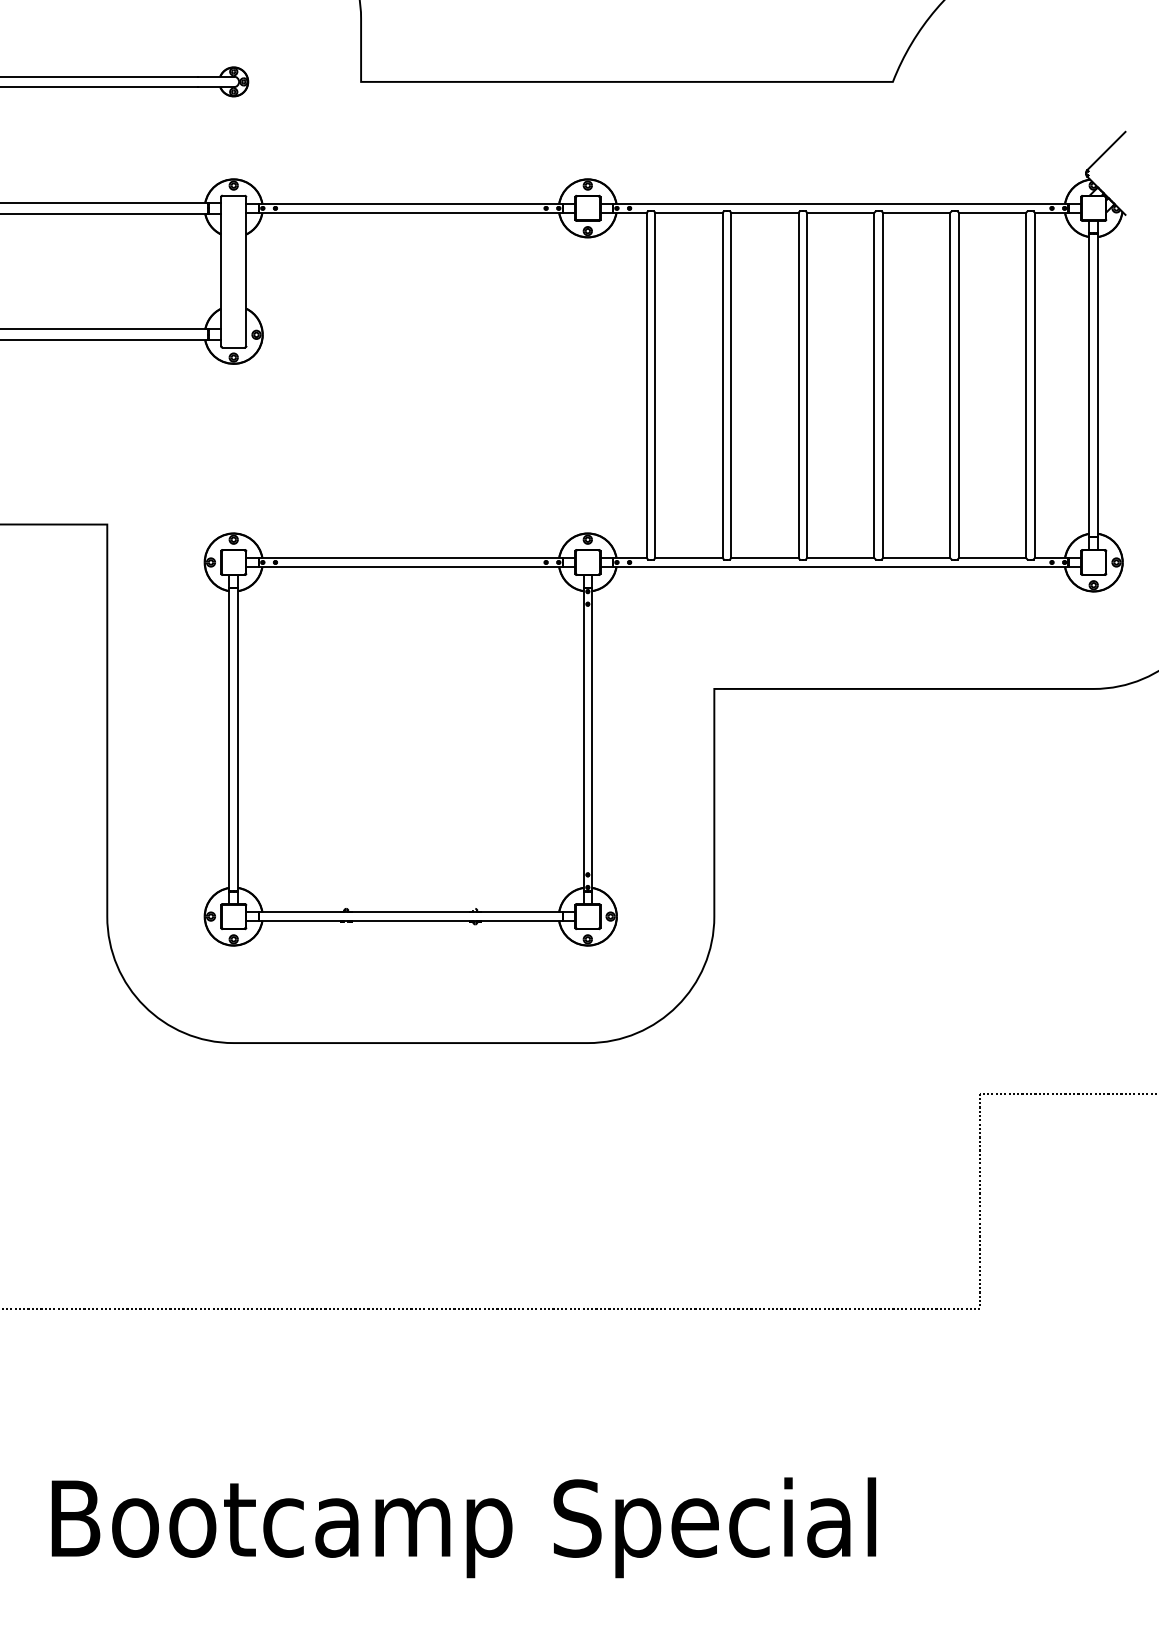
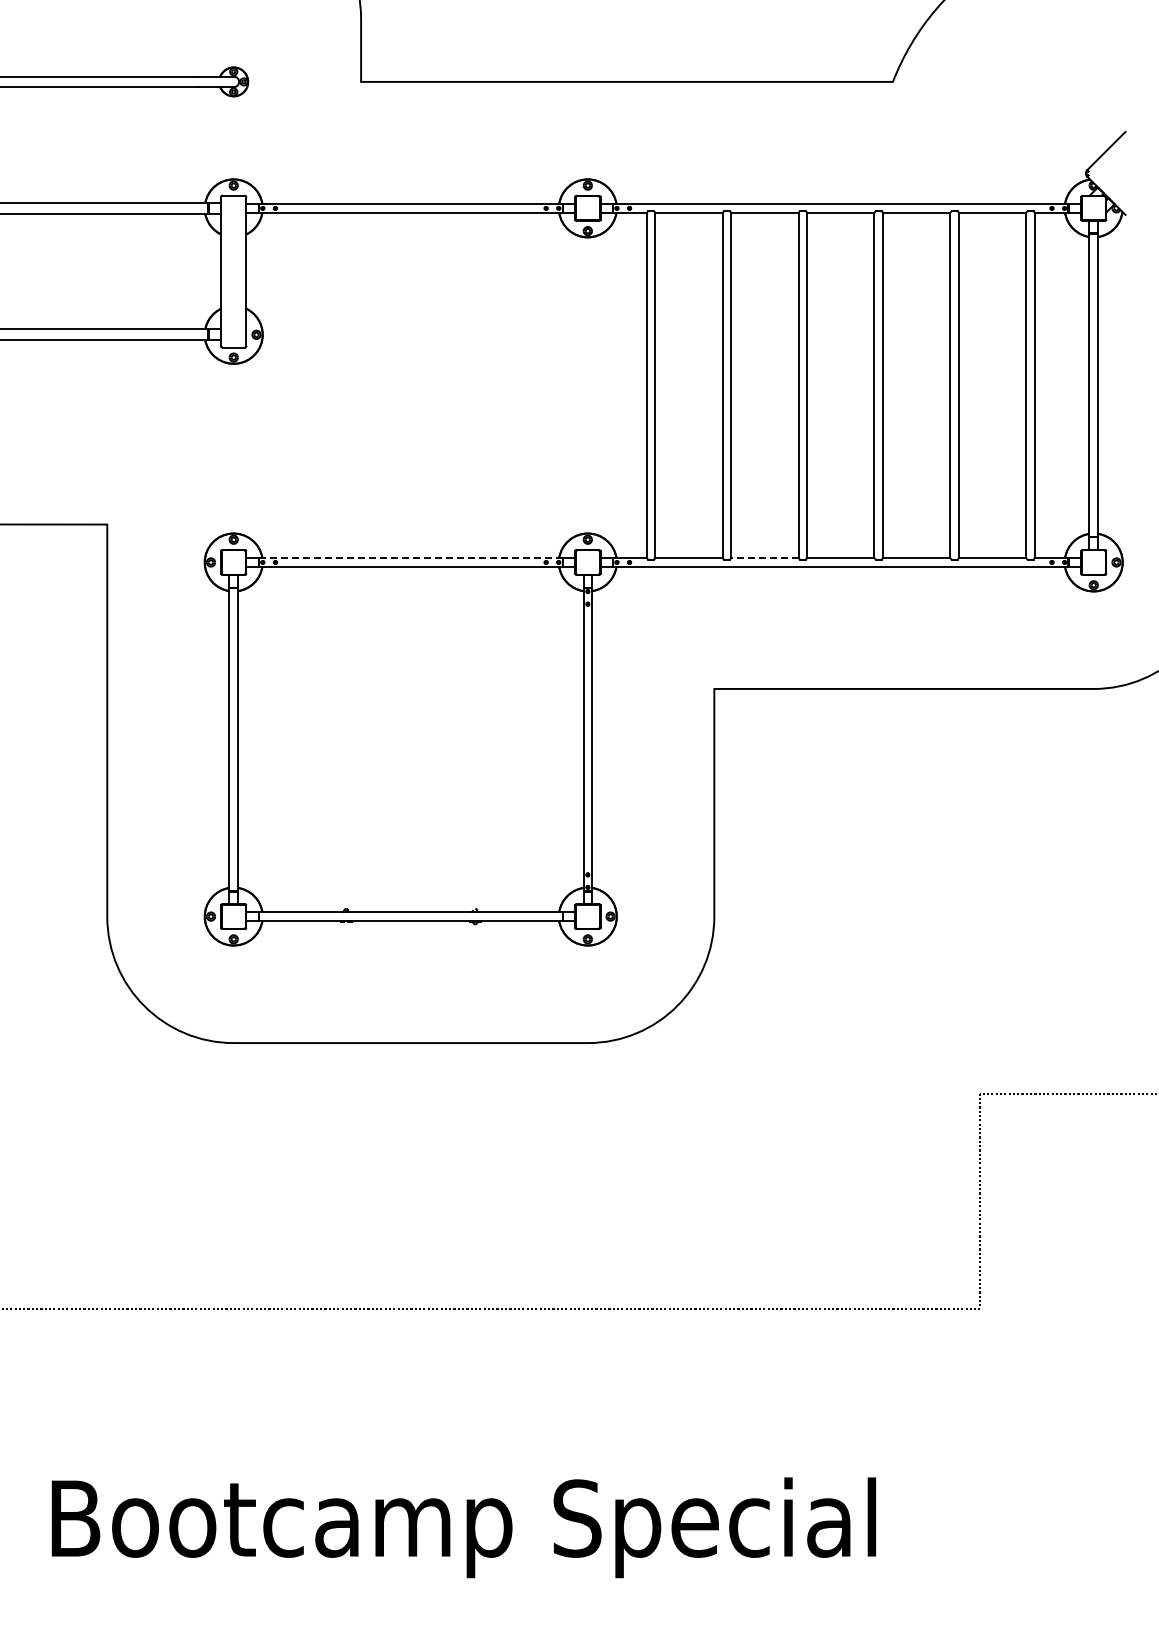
line at (410, 558): solid -> dashed
line at (764, 558): solid -> dashed
